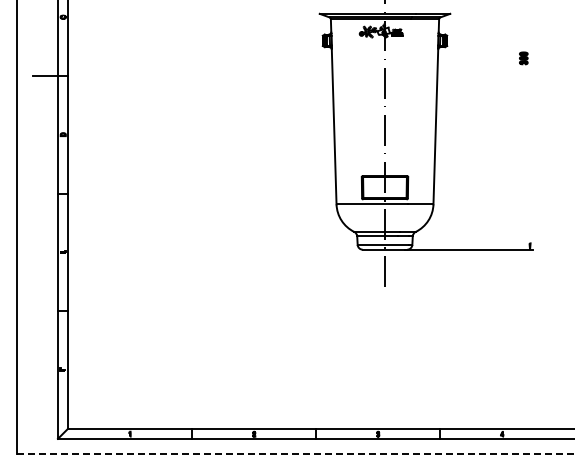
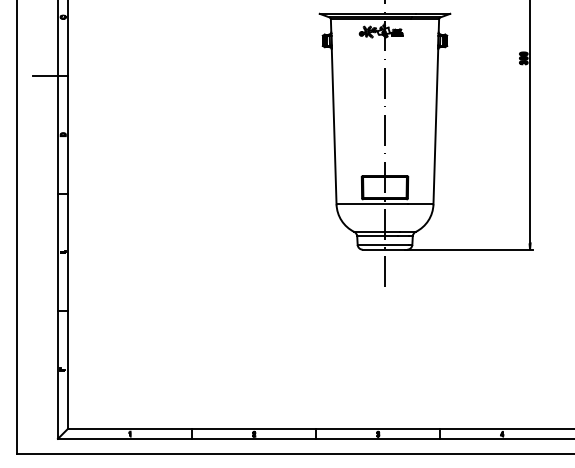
line at (530, 122): none -> present
line at (296, 454): dashed -> solid
